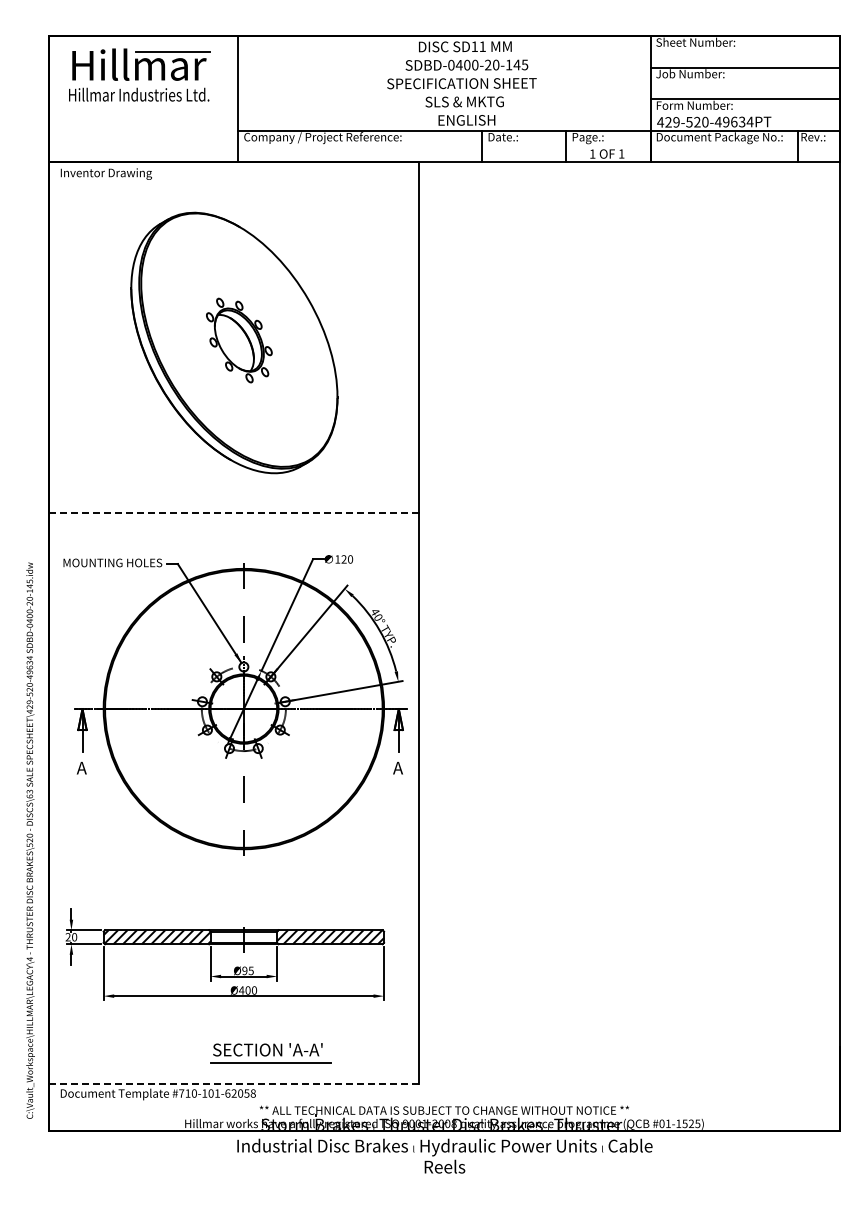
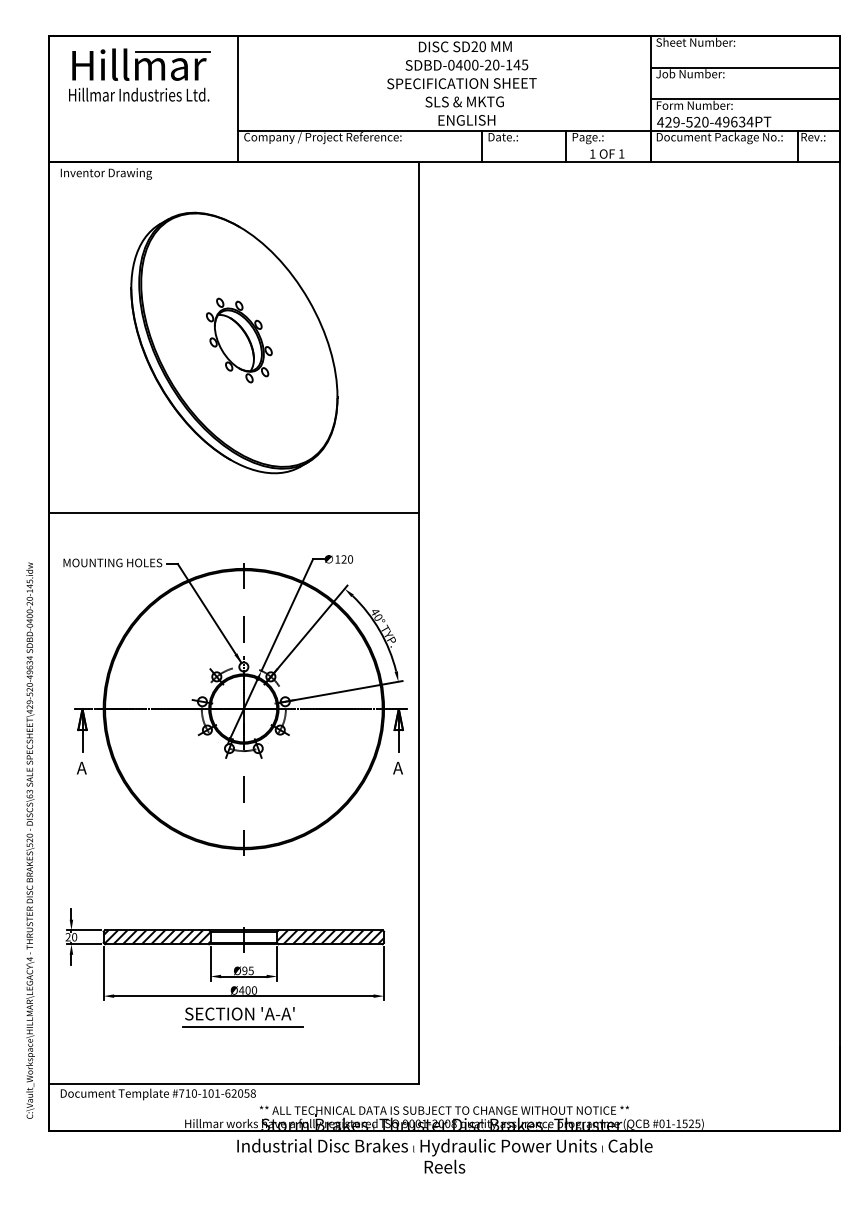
text at (478, 46): SD11 -> SD20
line at (234, 513): dashed -> solid
part at (270, 1053) position: (270, 1053) -> (242, 1017)
line at (234, 1084): dashed -> solid
